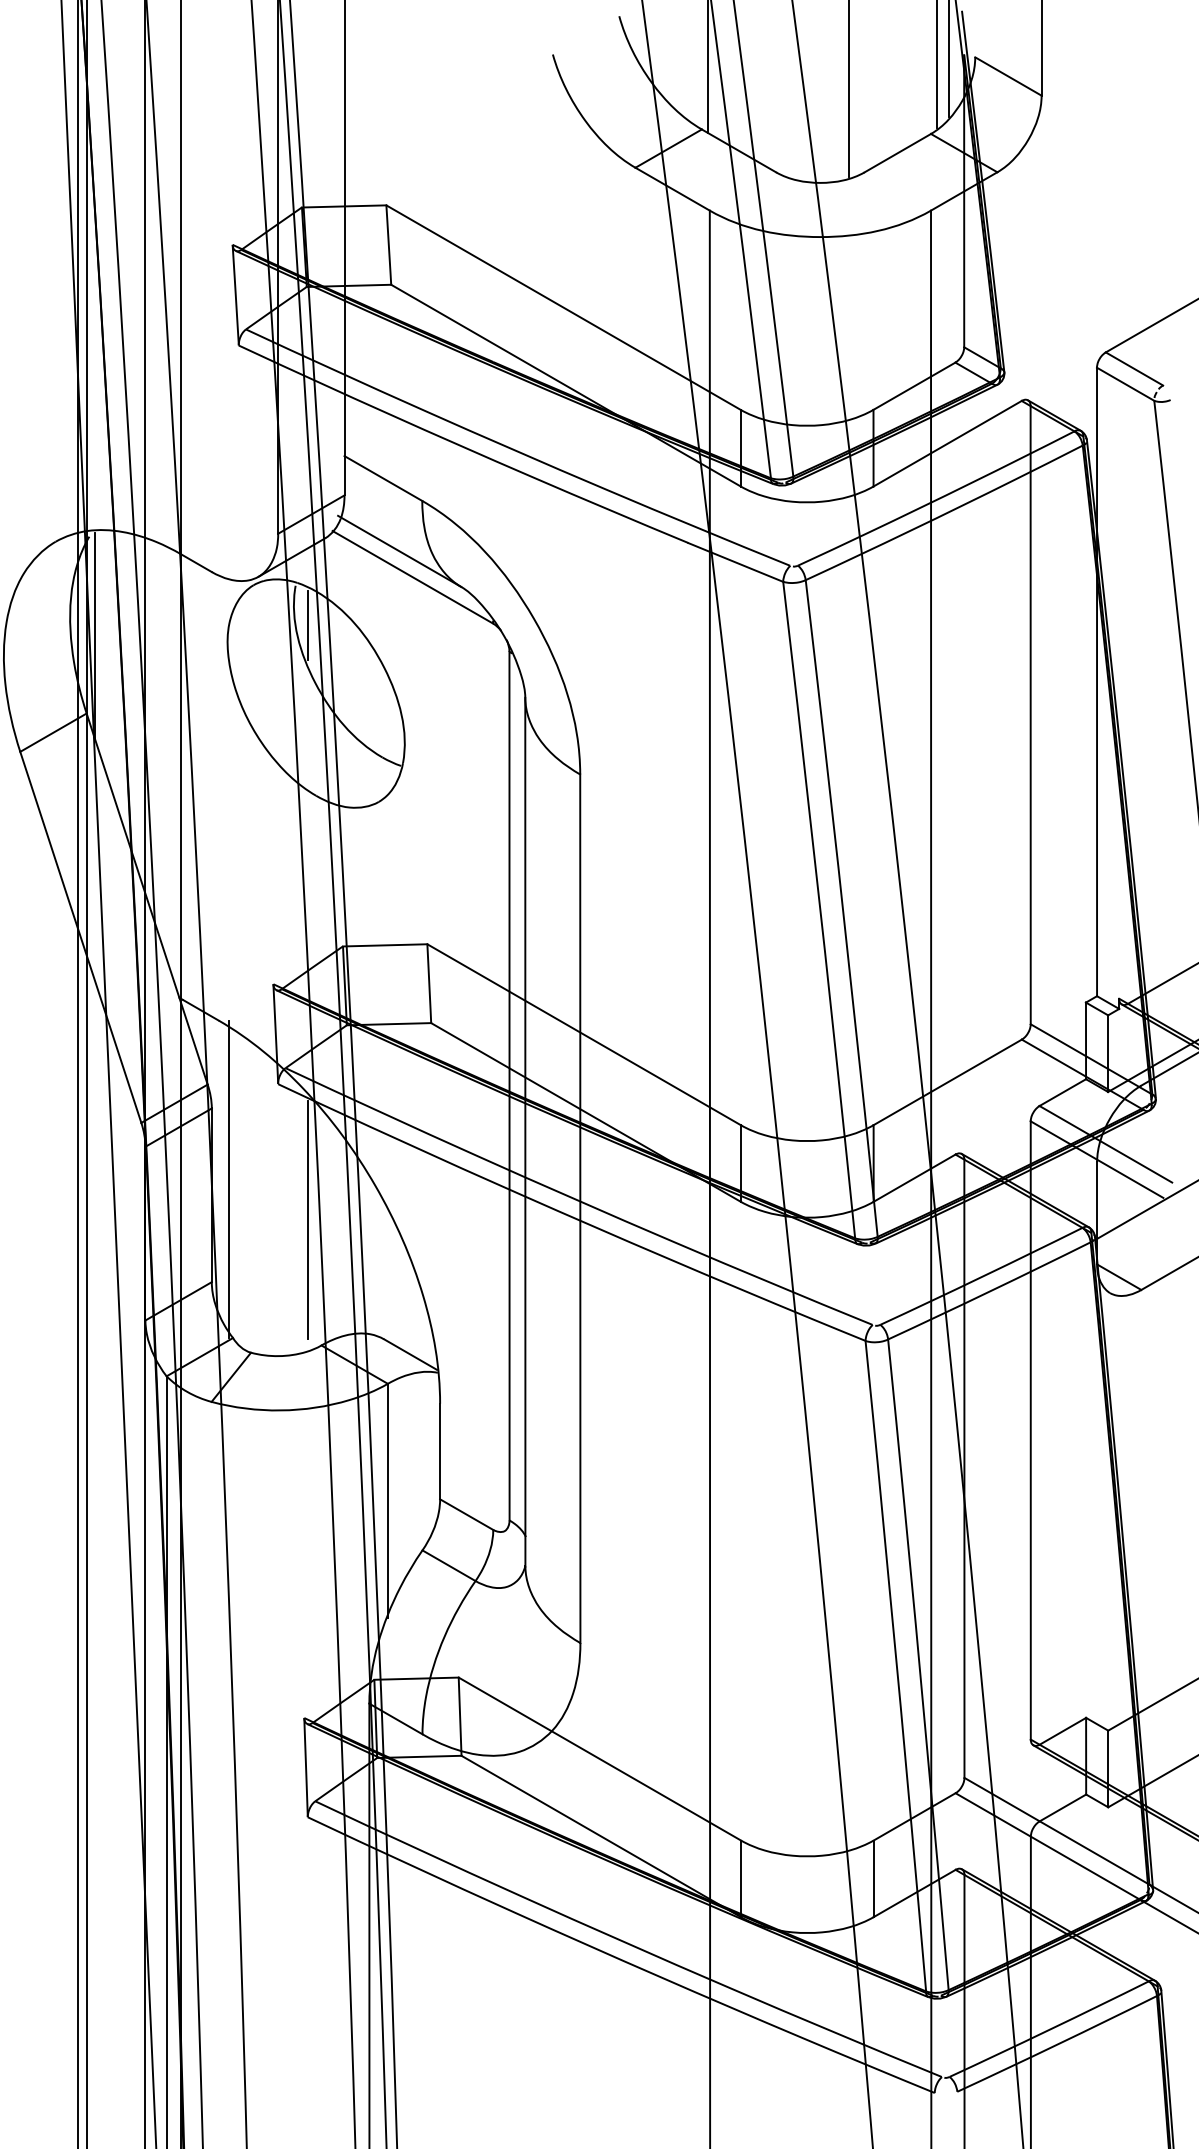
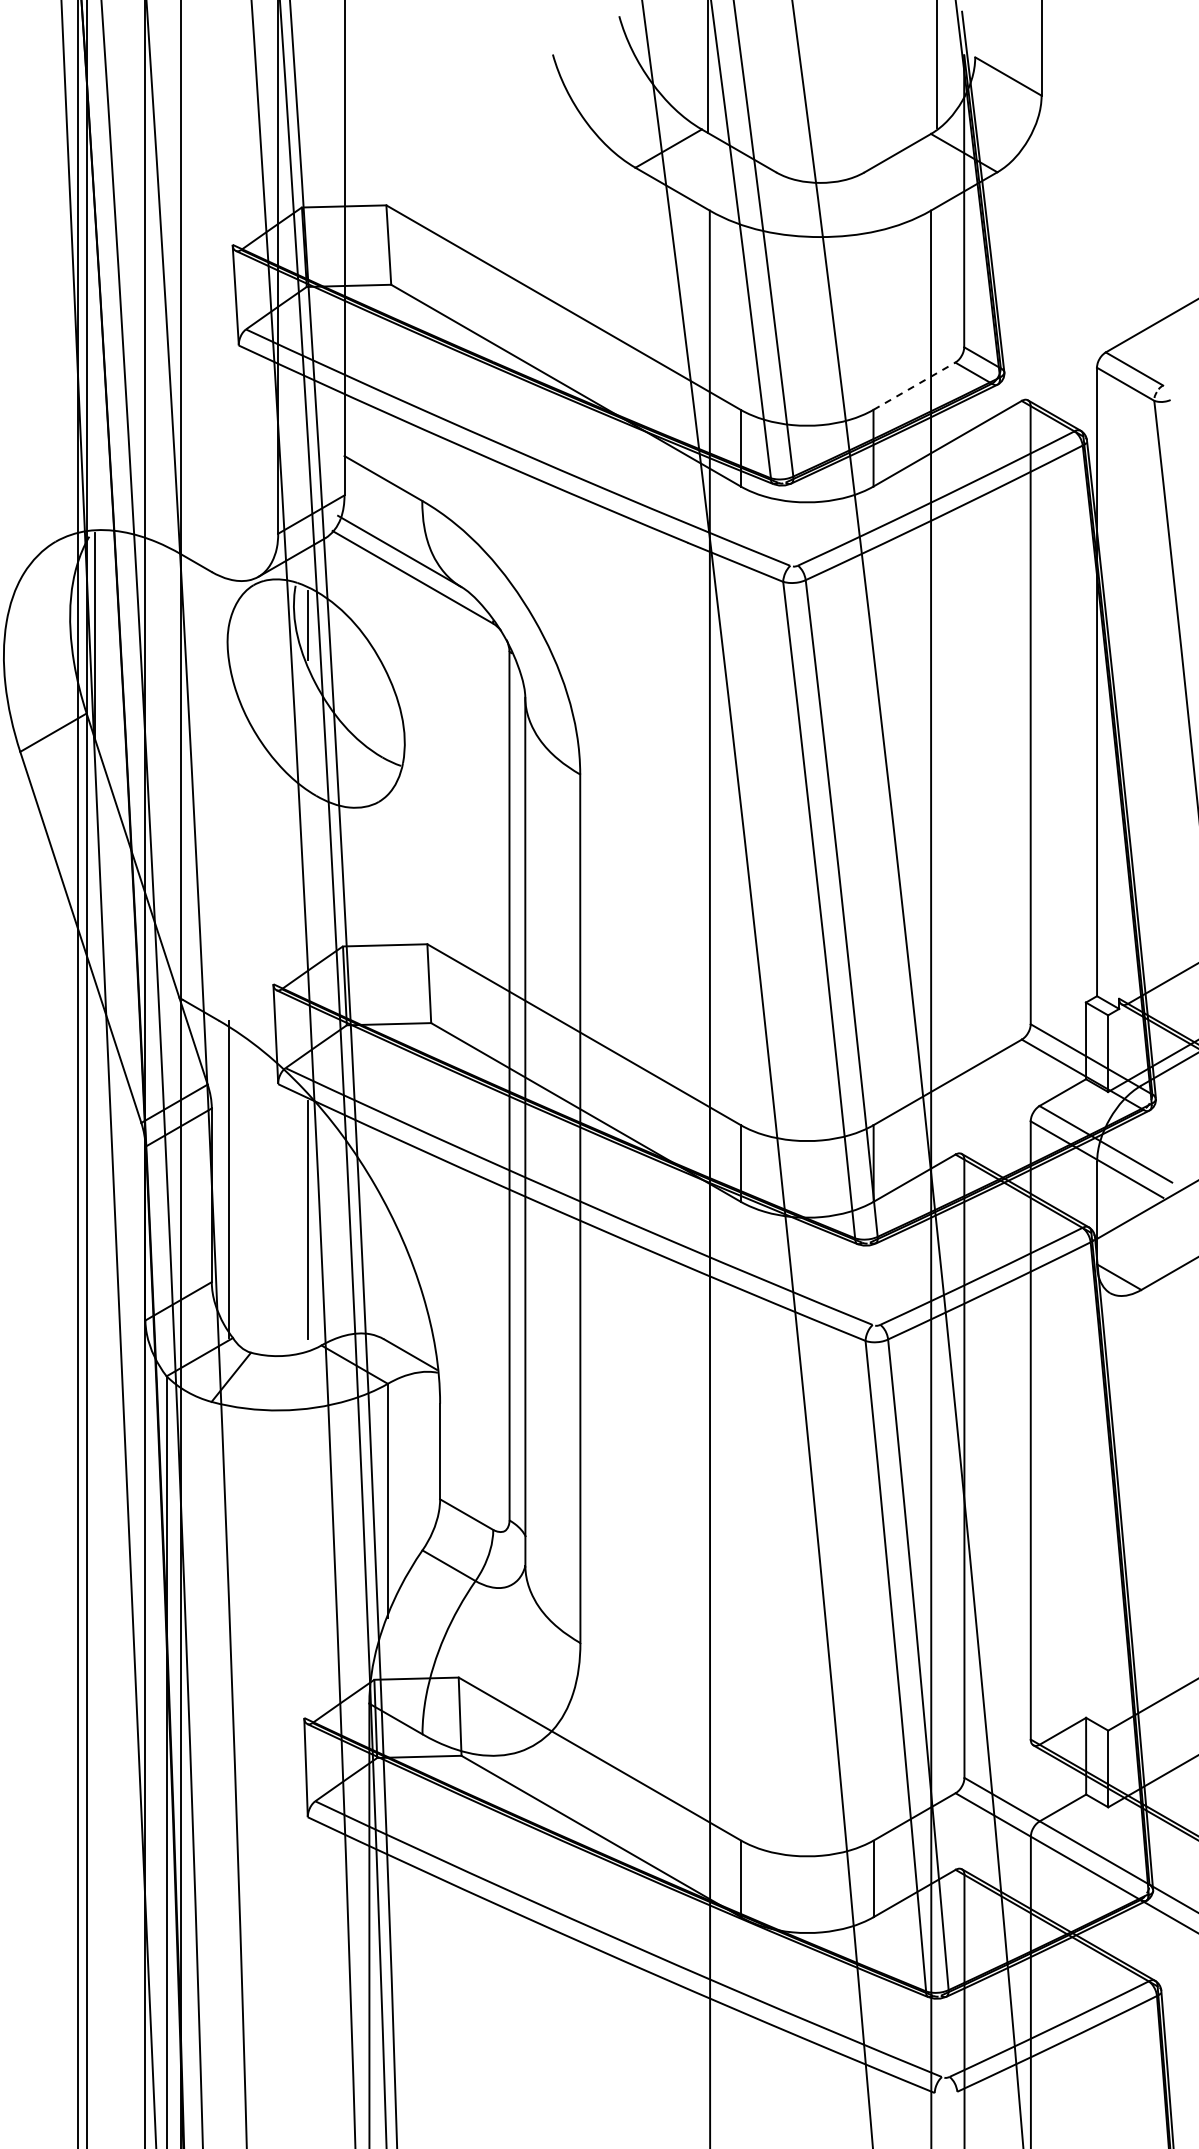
line at (948, 59): present -> none
line at (848, 89): present -> none
line at (914, 385): solid -> dashed
